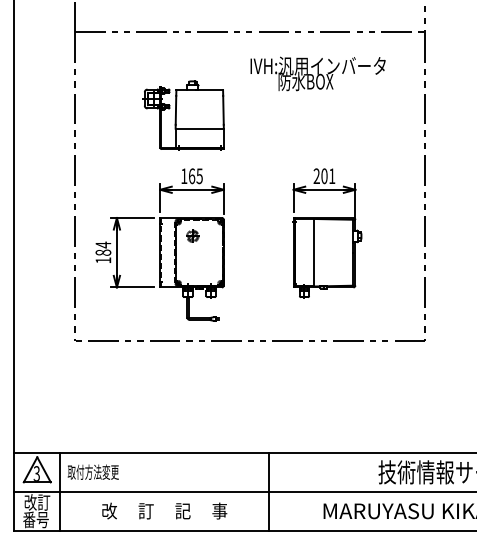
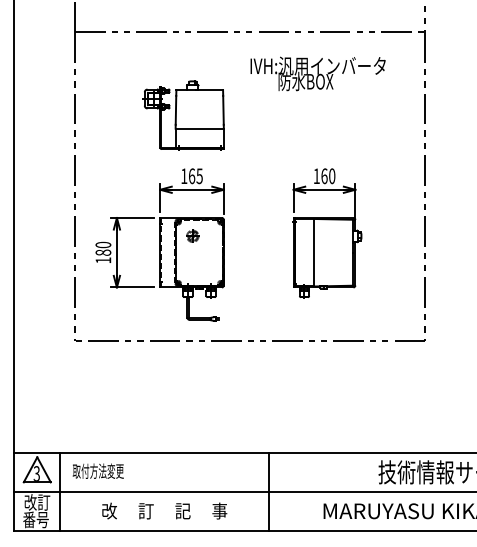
text at (324, 176): 201 -> 160
text at (103, 244): 184 -> 180
text at (92, 471) position: (92, 471) -> (97, 470)
